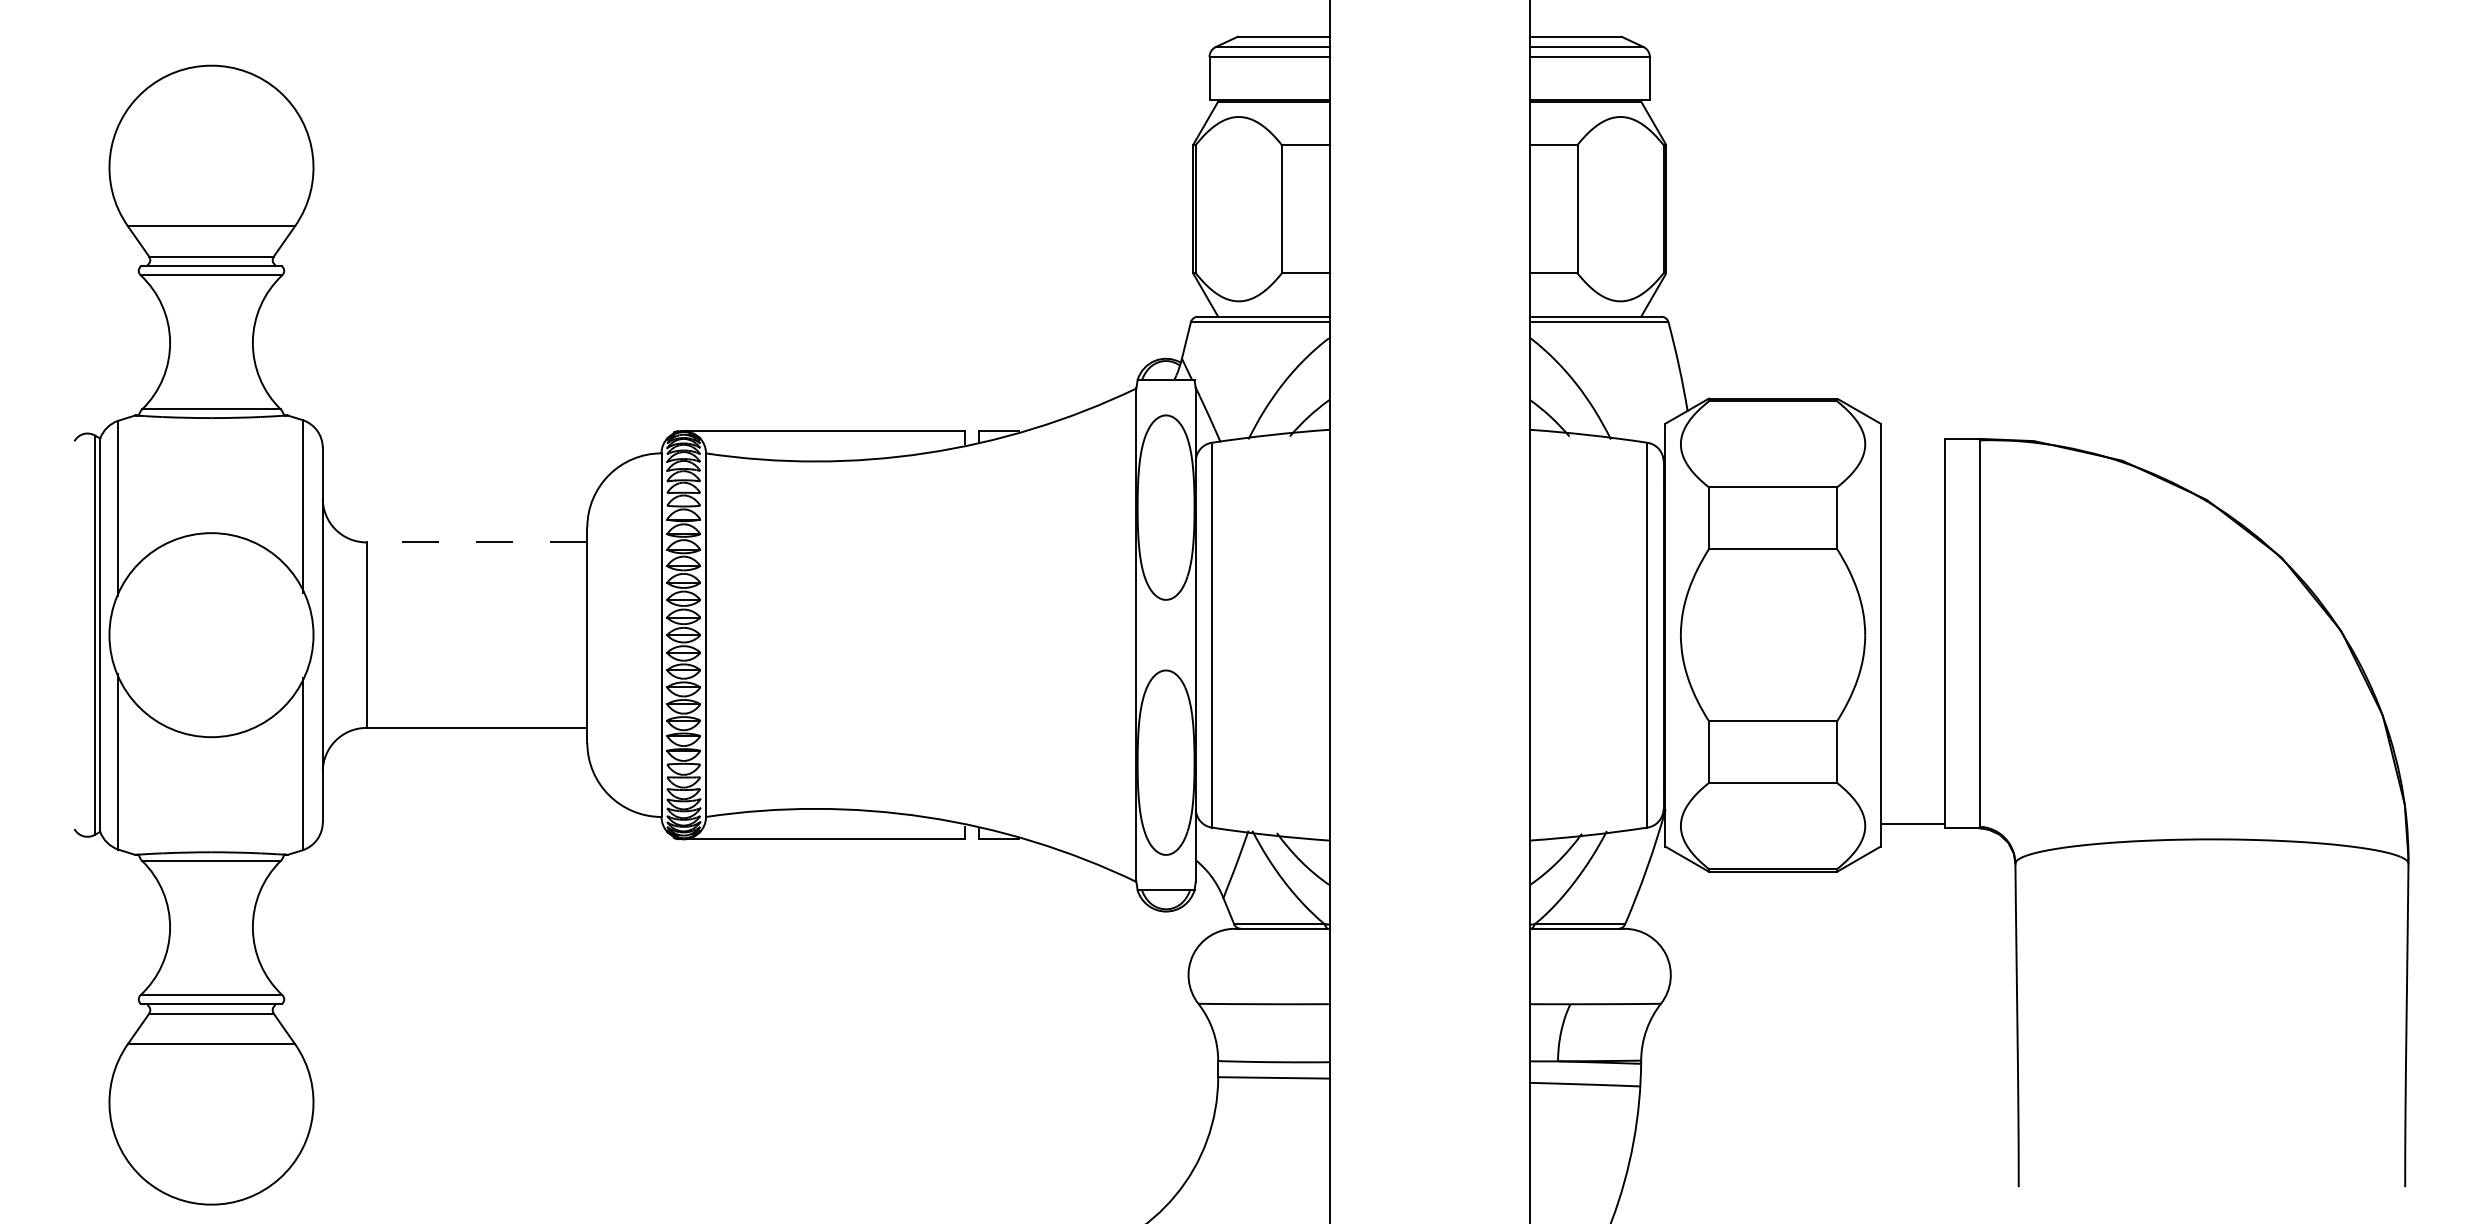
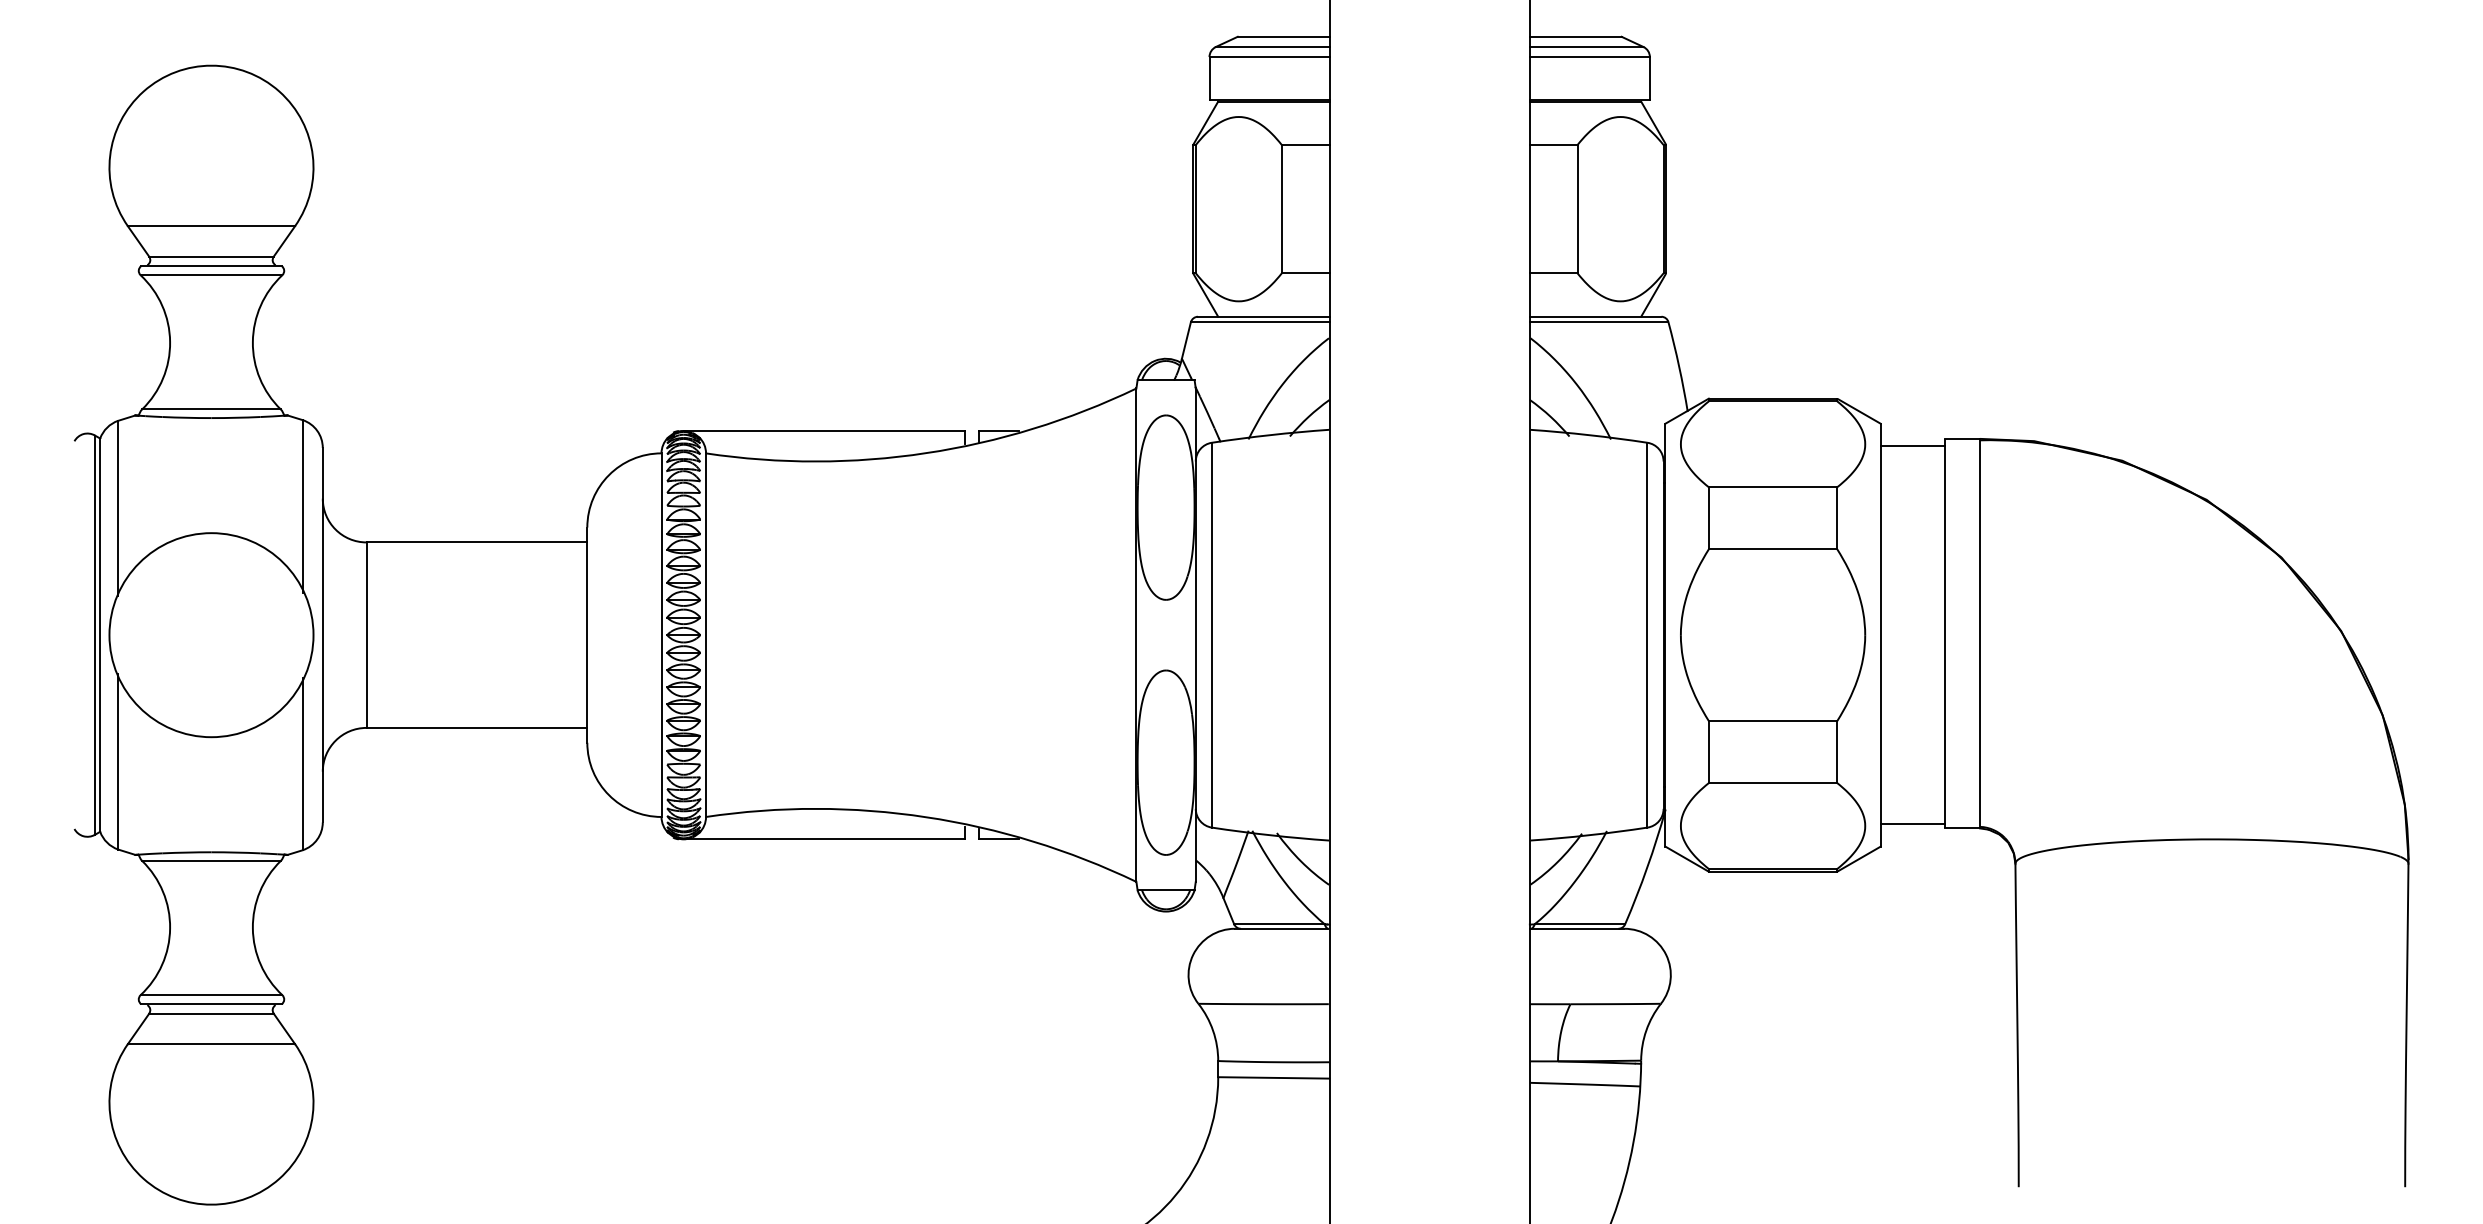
line at (1912, 445): none -> present
line at (476, 542): dashed -> solid
